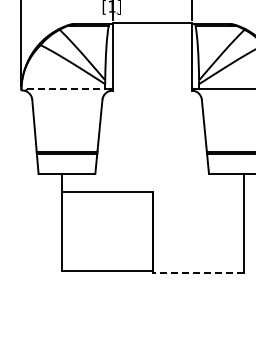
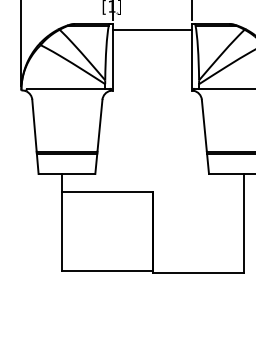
line at (151, 23) position: (151, 23) -> (151, 30)
line at (66, 88): dashed -> solid
line at (198, 273): dashed -> solid
